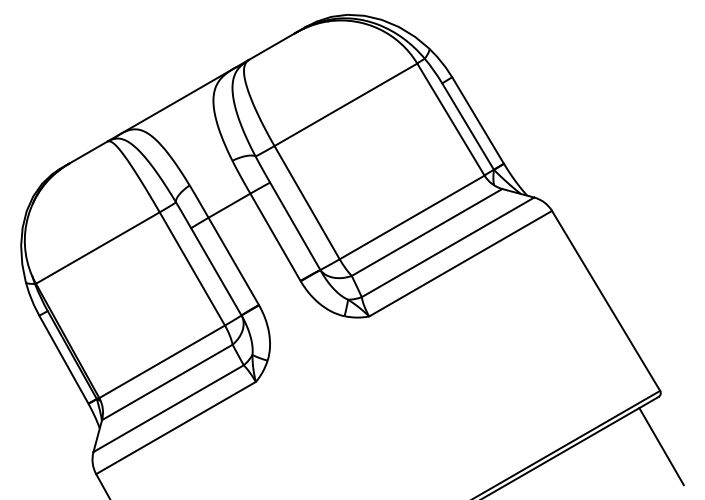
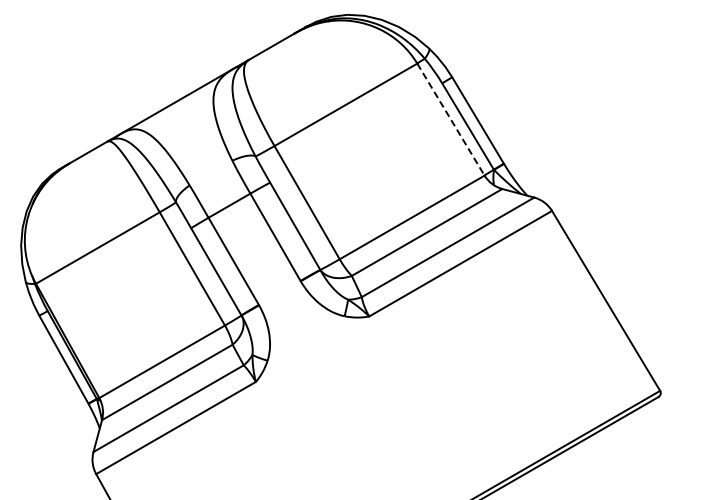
line at (451, 120): solid -> dashed
line at (661, 446): present -> none
